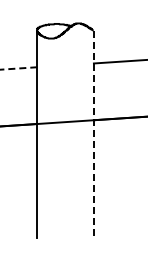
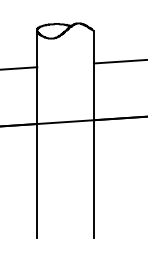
line at (18, 68): dashed -> solid
line at (93, 134): dashed -> solid
